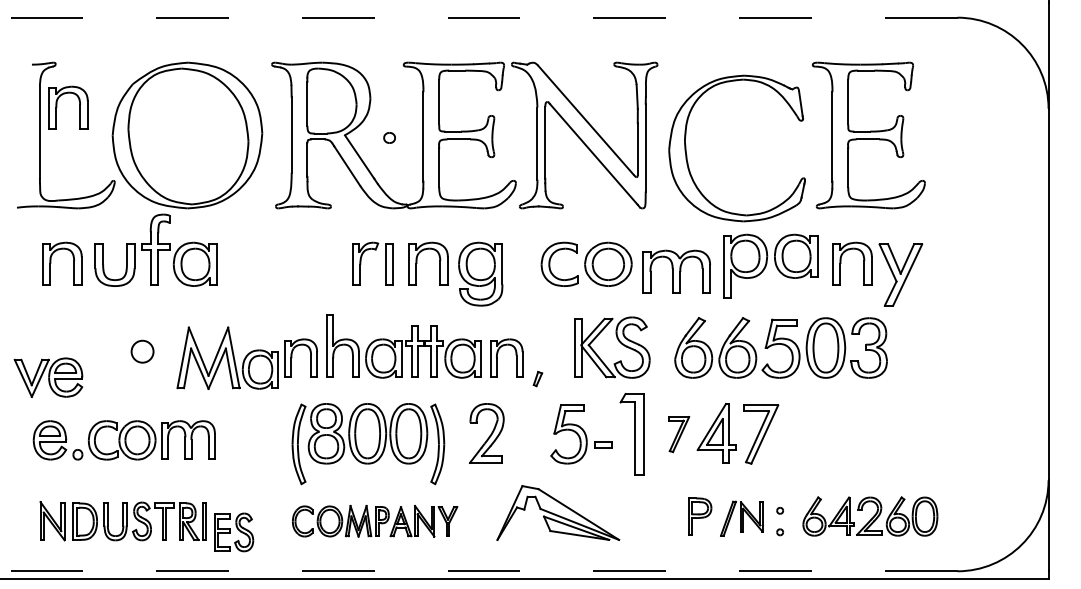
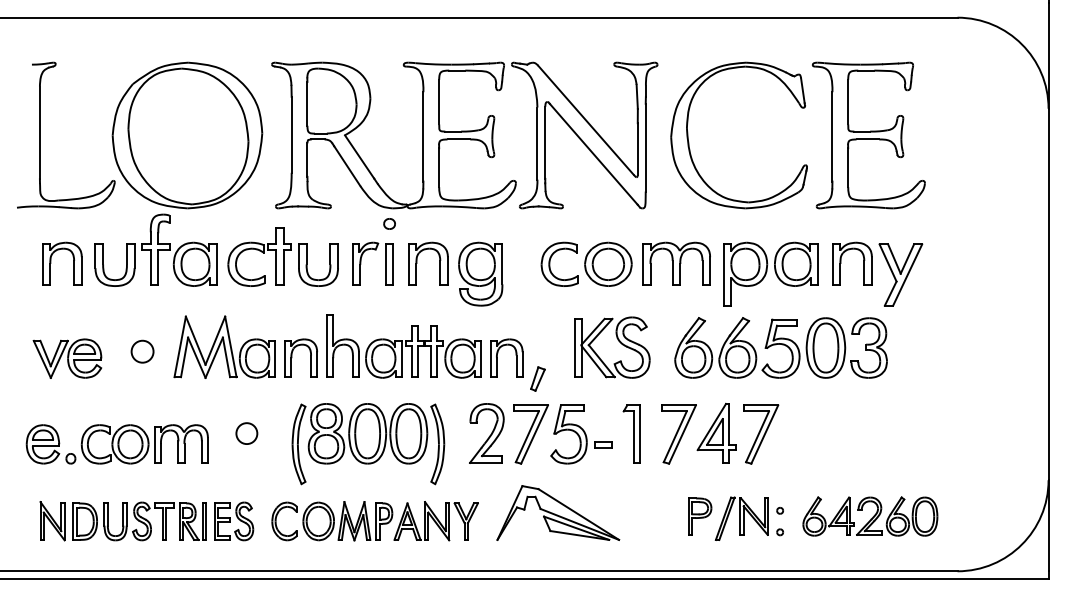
line at (478, 17): dashed -> solid
part at (57, 107): present -> none
part at (389, 137) position: (389, 137) -> (389, 223)
part at (687, 155) position: (687, 155) -> (689, 142)
part at (282, 256): none -> present
part at (770, 265) position: (770, 265) -> (770, 273)
part at (676, 271) position: (676, 271) -> (676, 263)
part at (227, 357) position: (227, 357) -> (224, 346)
part at (48, 377) position: (48, 377) -> (67, 358)
part at (537, 378) size: 12x18 px -> 16x26 px
circle at (246, 433): none -> present
part at (530, 434): none -> present
part at (631, 434) size: 26x83 px -> 19x60 px
part at (679, 434) size: 23x38 px -> 36x61 px
part at (123, 440) position: (123, 440) -> (116, 444)
part at (741, 518) size: 44x37 px -> 55x45 px
part at (375, 520) size: 167x34 px -> 208x41 px
part at (234, 532) position: (234, 532) -> (234, 521)
line at (479, 571): dashed -> solid
